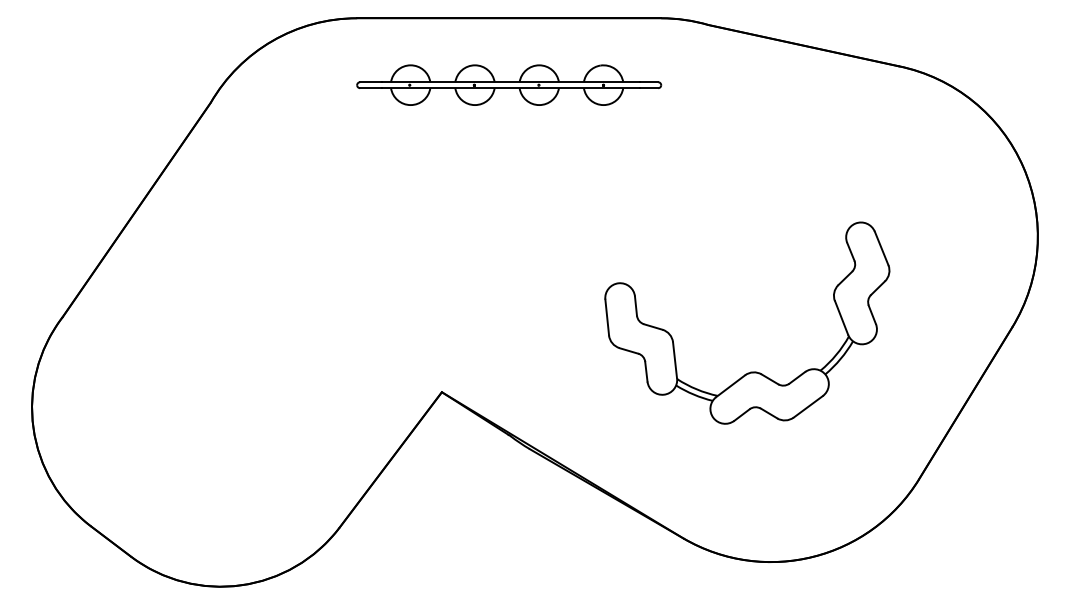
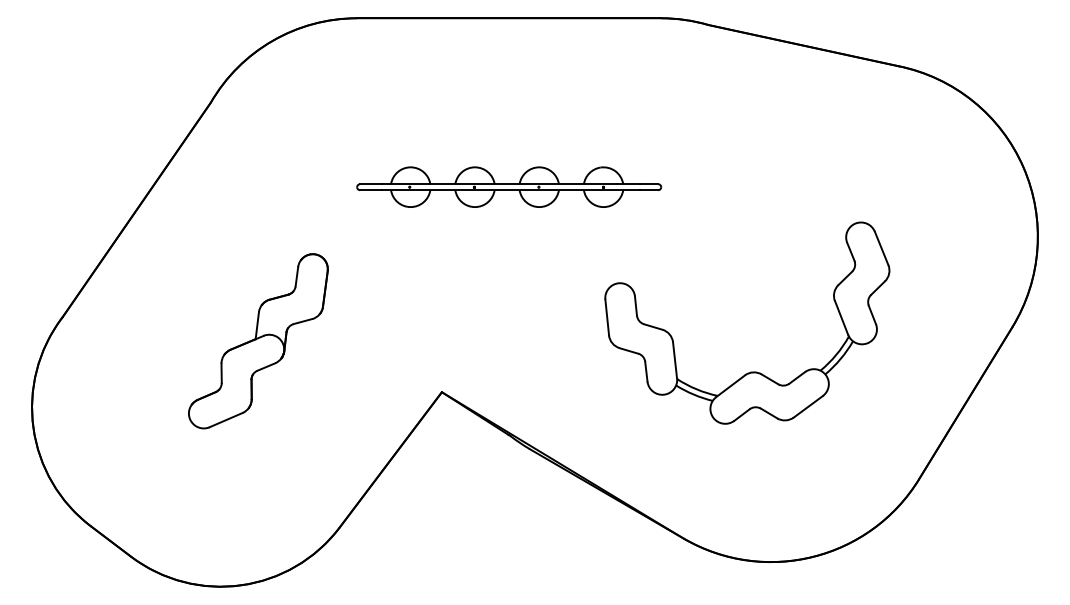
part at (509, 84) position: (509, 84) -> (509, 186)
part at (258, 341): none -> present
